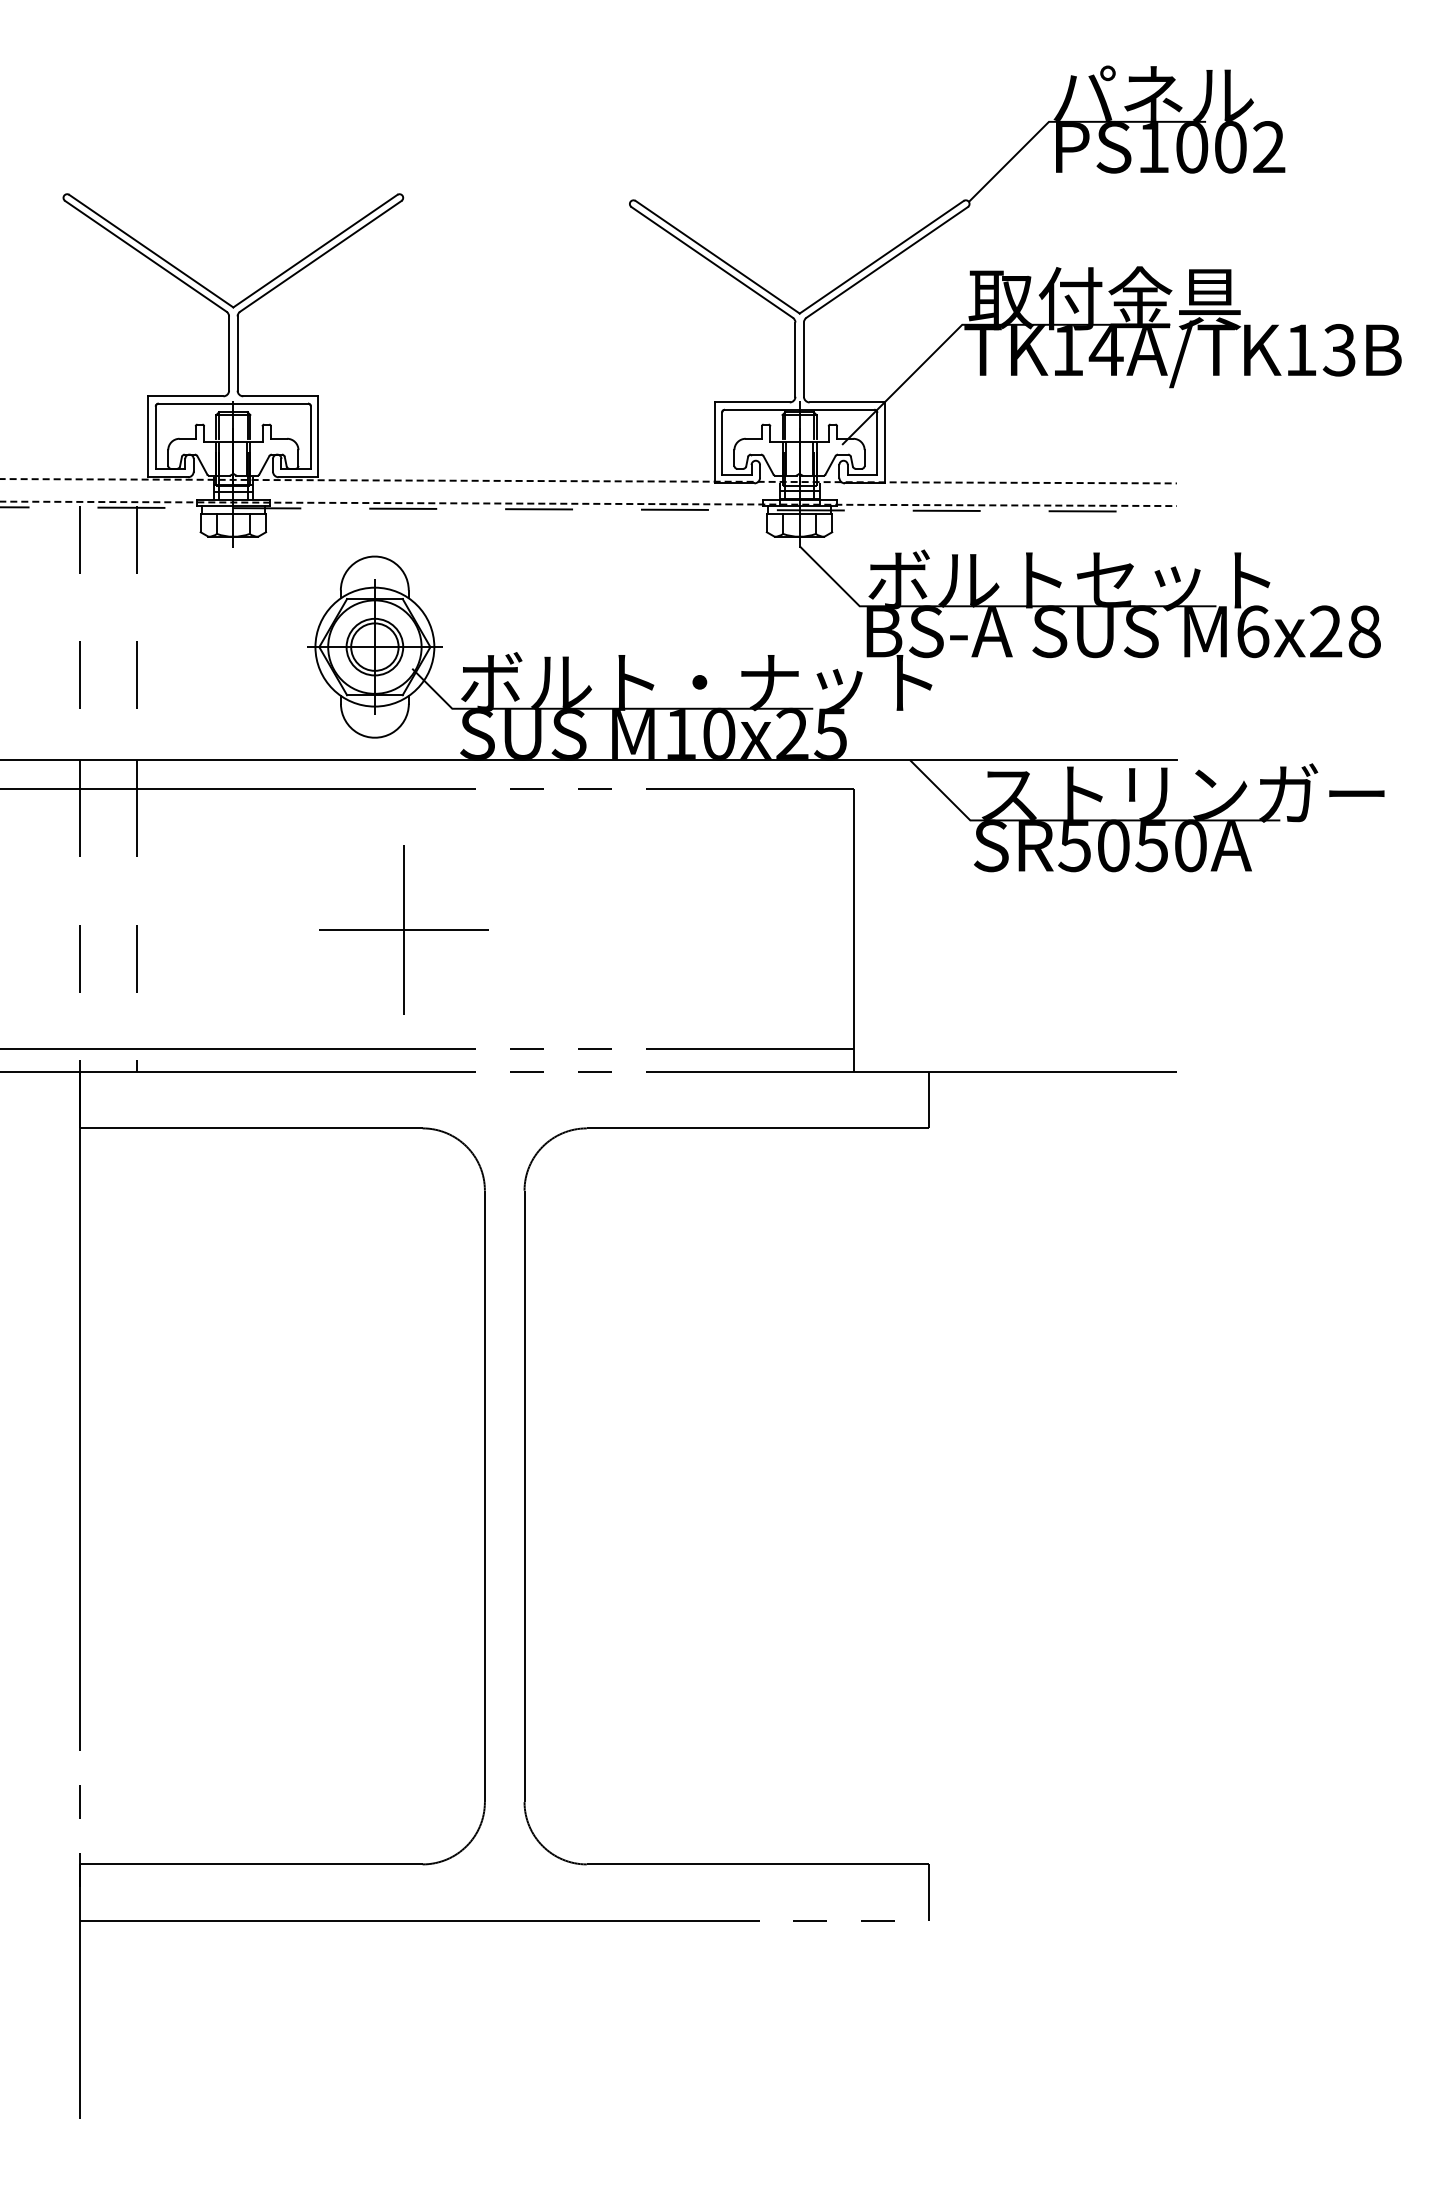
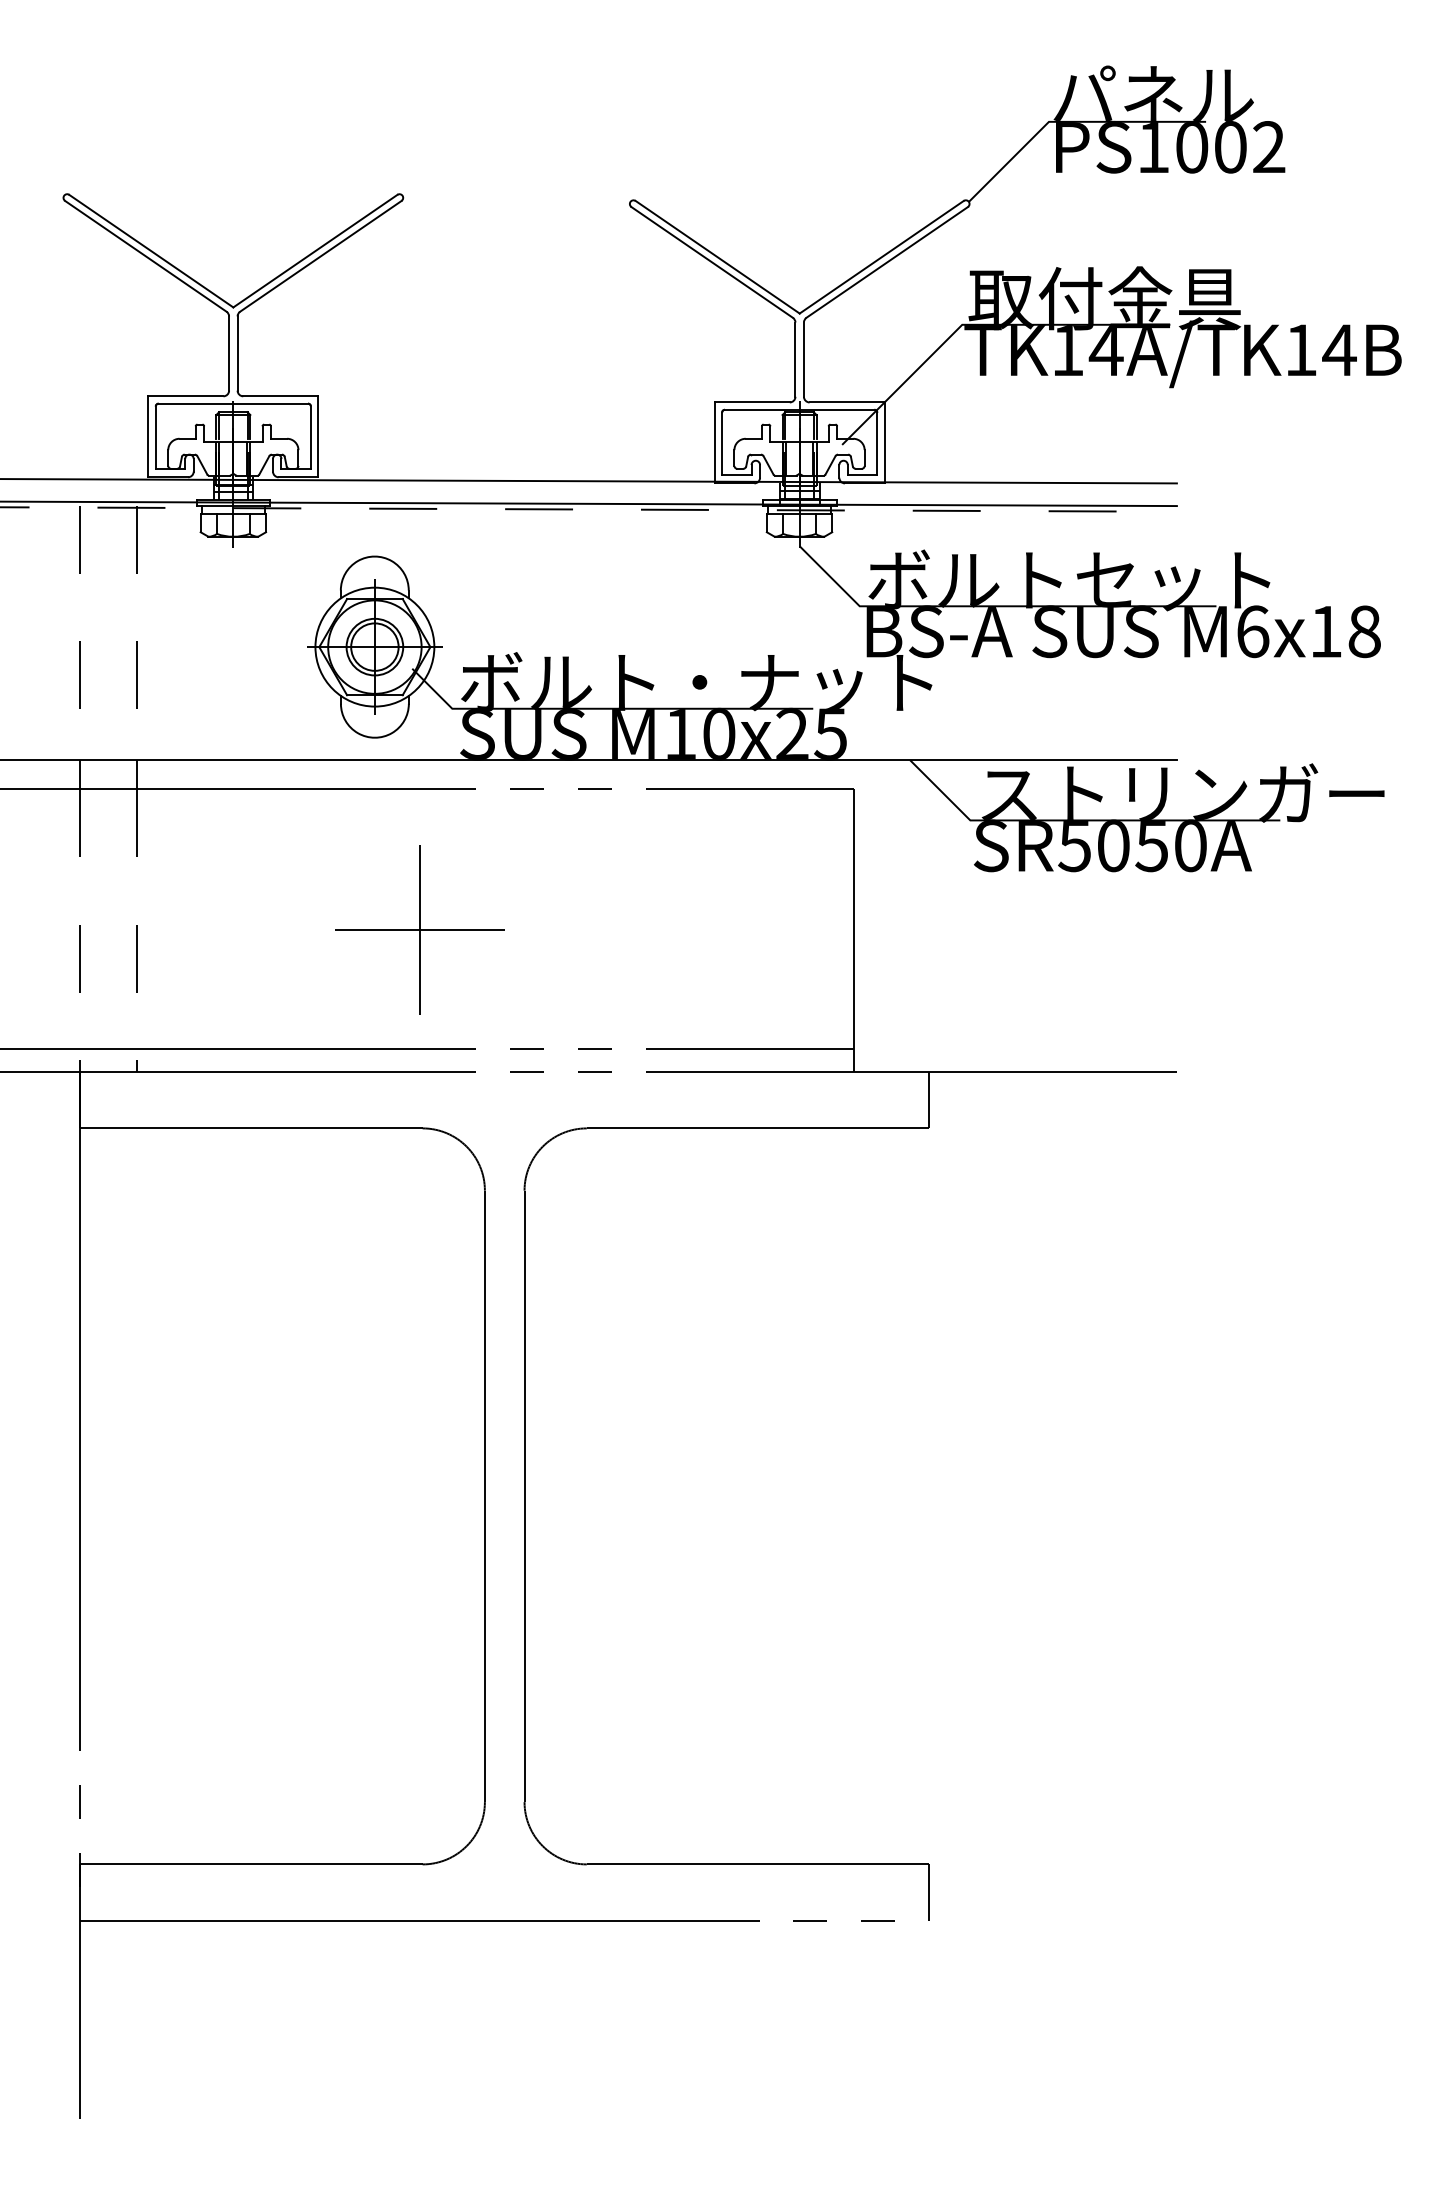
text at (1339, 350): TK14A/TK13B -> TK14A/TK14B
line at (589, 481): dashed -> solid
line at (589, 503): dashed -> solid
text at (1326, 631): M6x28 -> M6x18
part at (403, 929) position: (403, 929) -> (419, 929)
